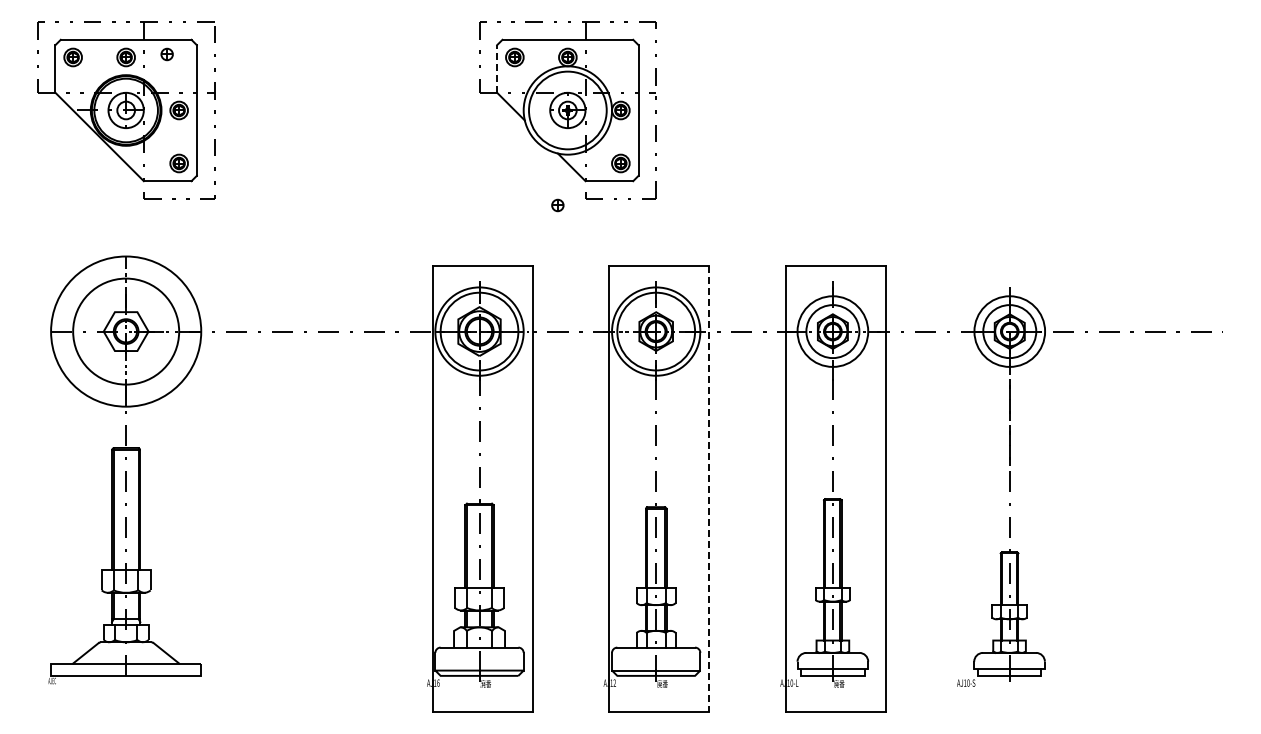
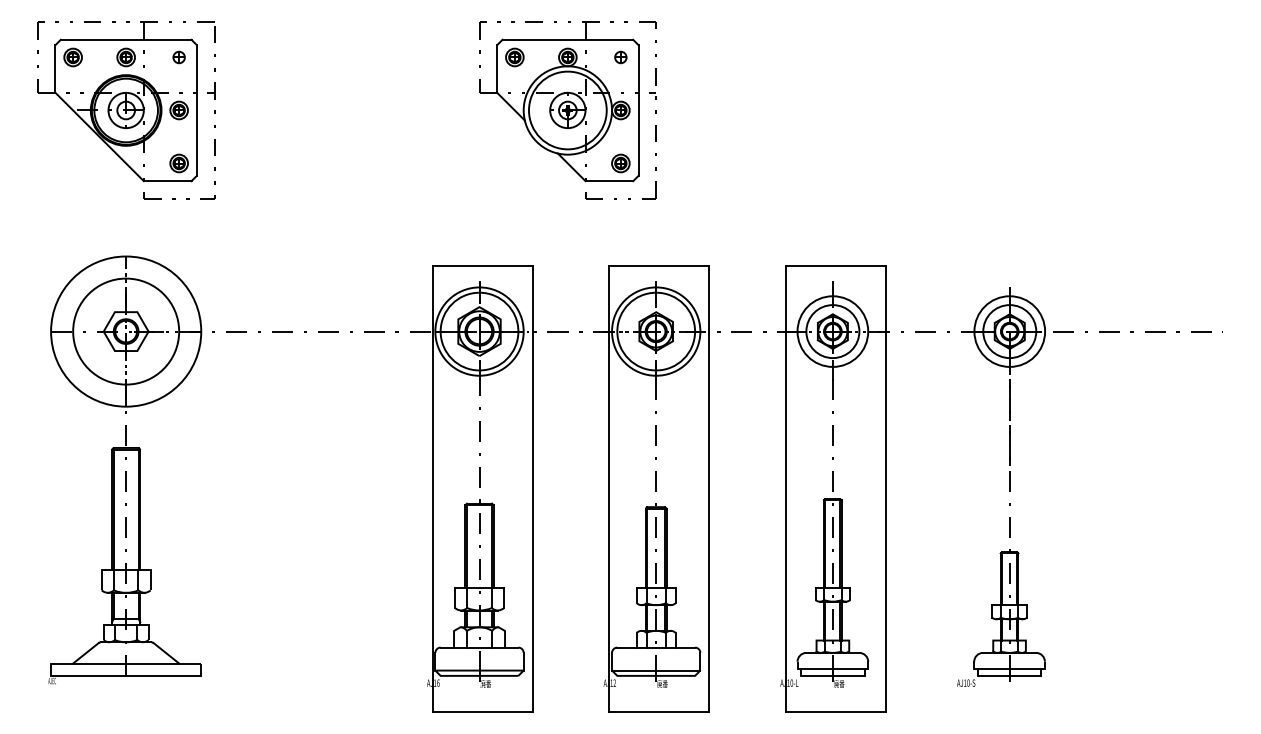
part at (166, 54) position: (166, 54) -> (178, 57)
line at (497, 68): dashed -> solid
part at (557, 205) position: (557, 205) -> (620, 57)
line at (709, 489): dashed -> solid
